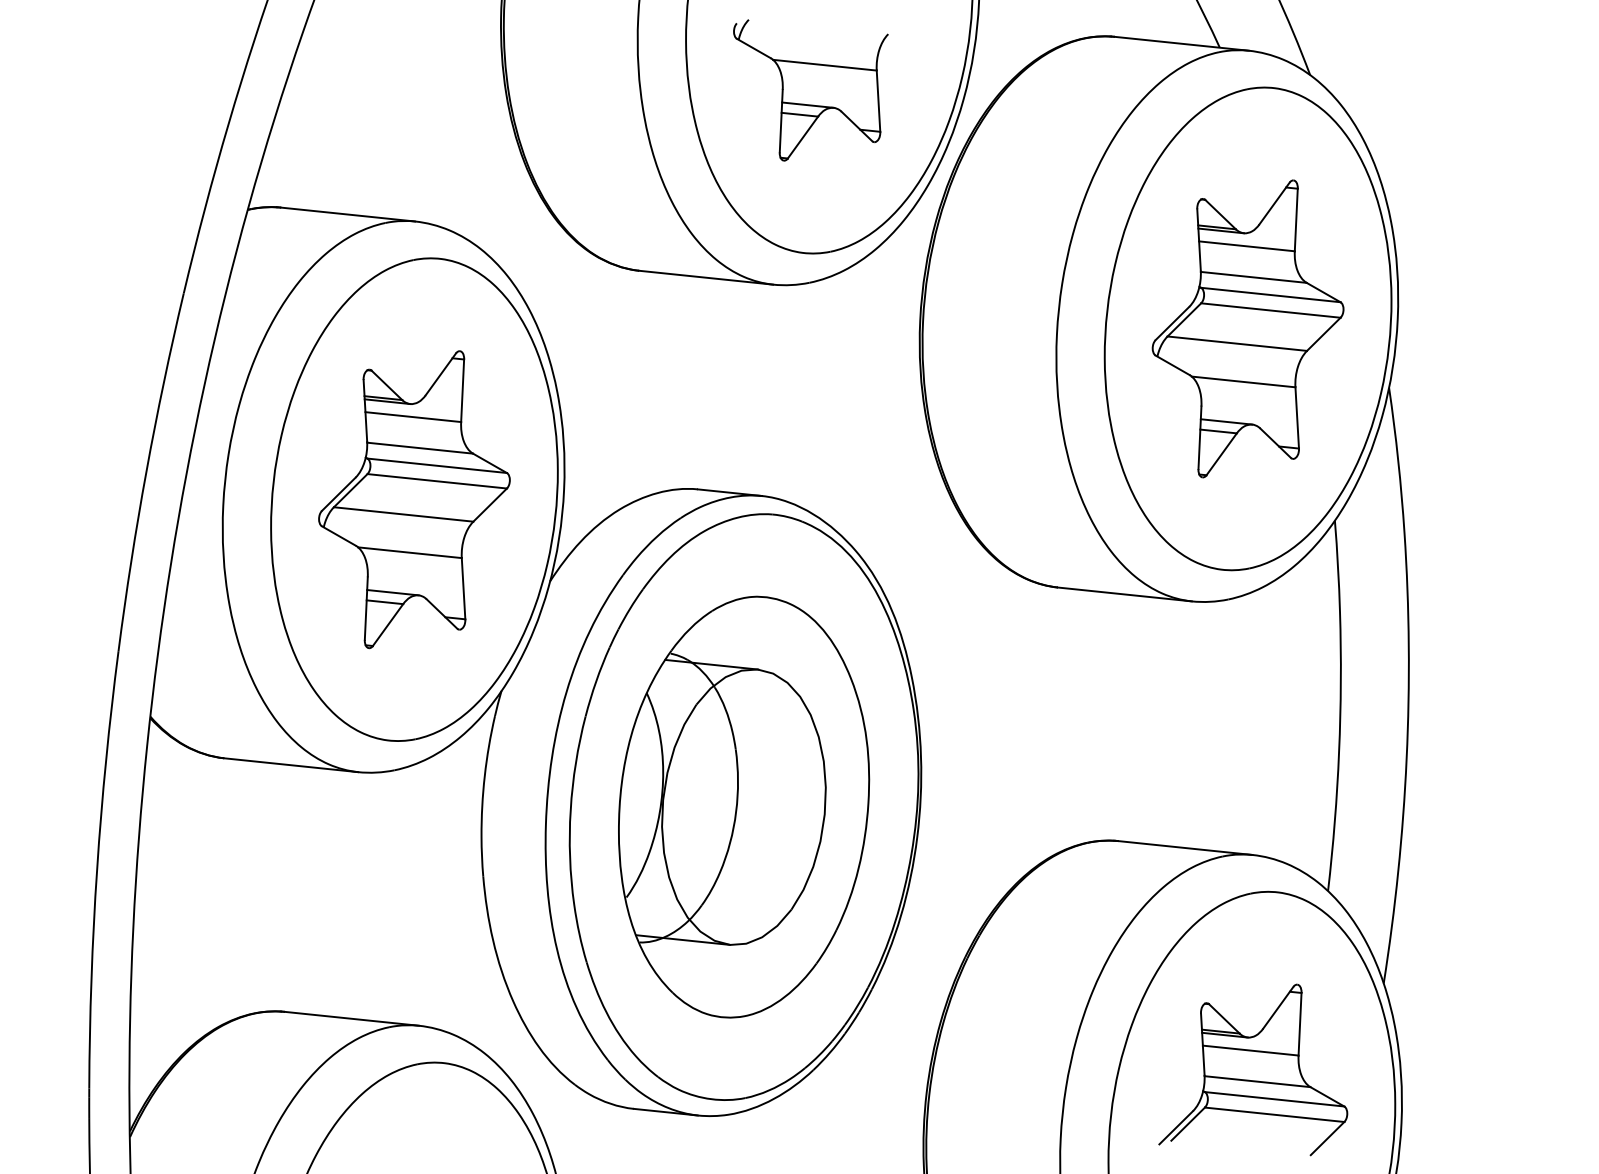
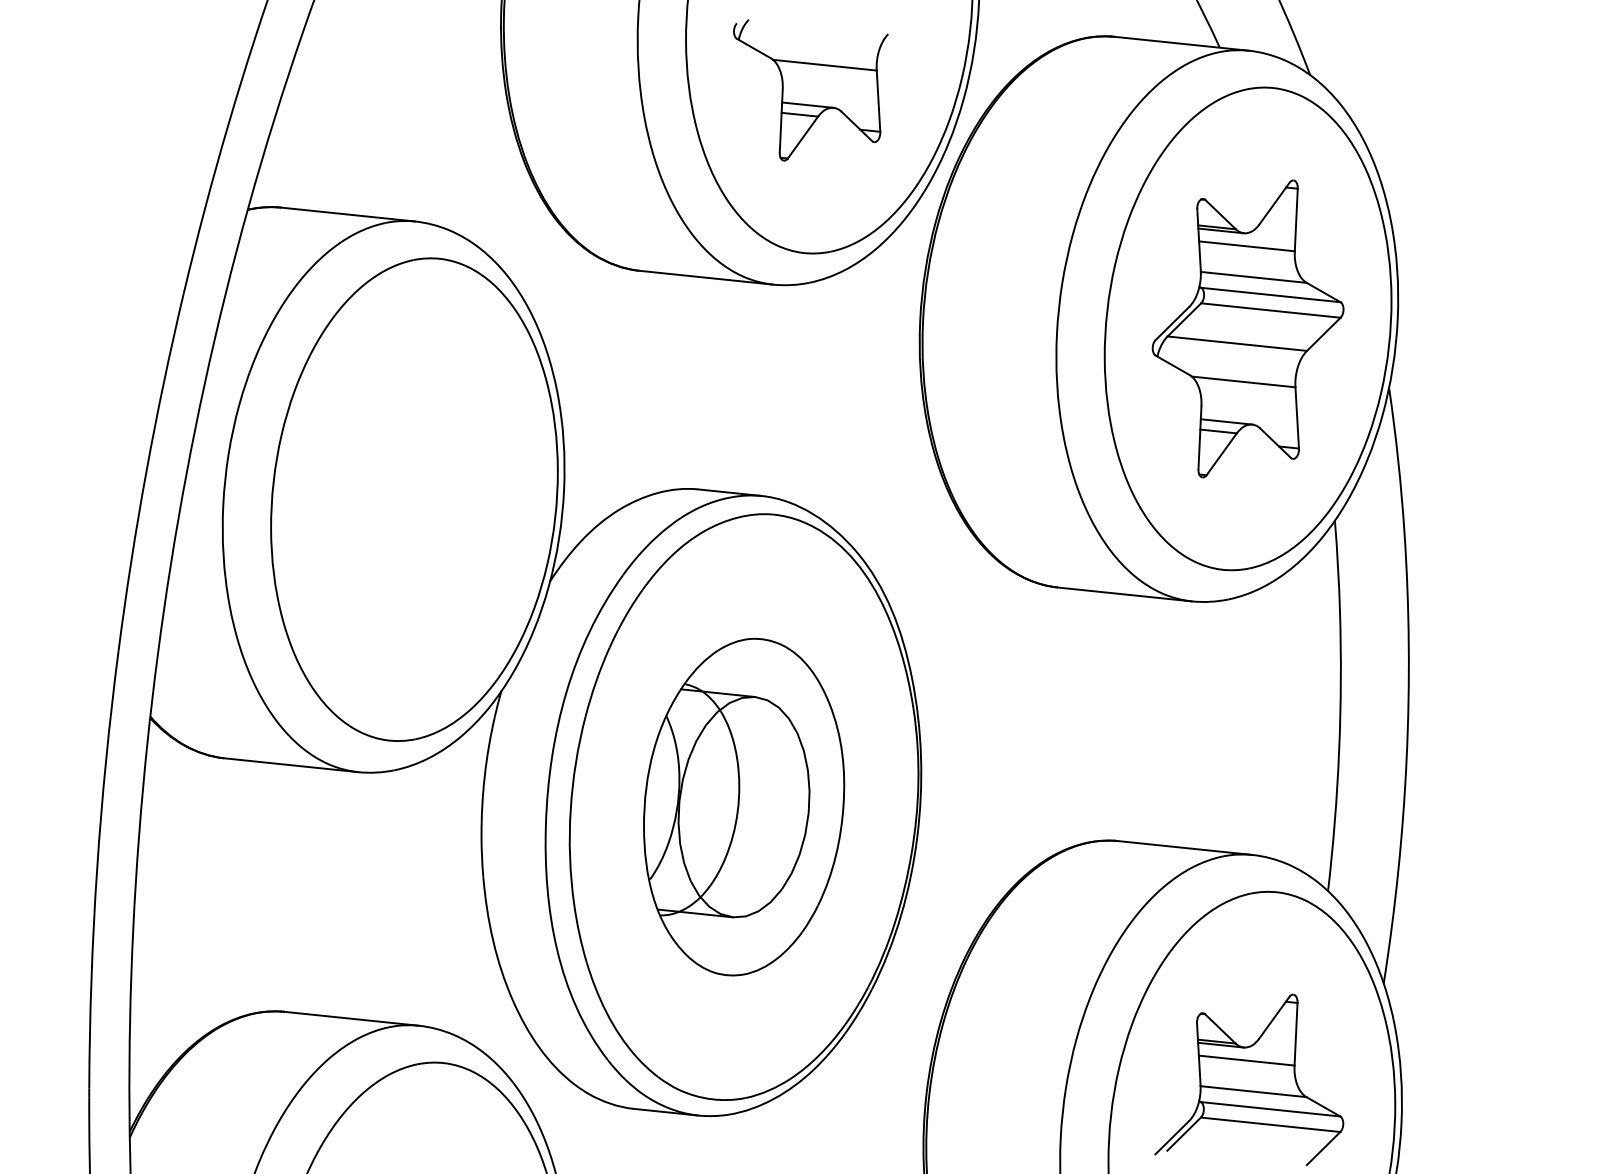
part at (414, 499): present -> none
part at (744, 806) size: 253x424 px -> 203x340 px
part at (1253, 1069) position: (1253, 1069) -> (1249, 1079)
